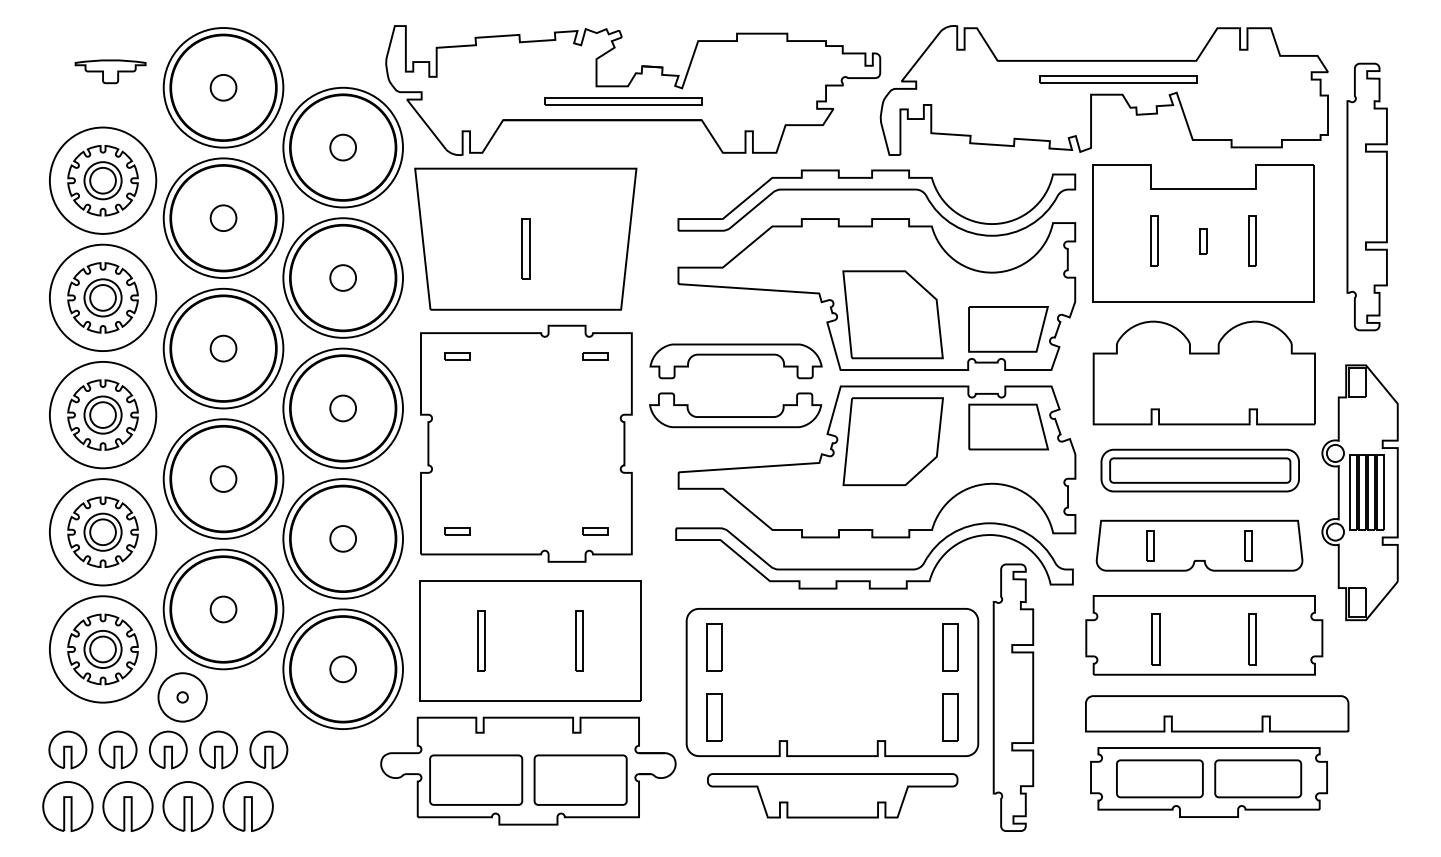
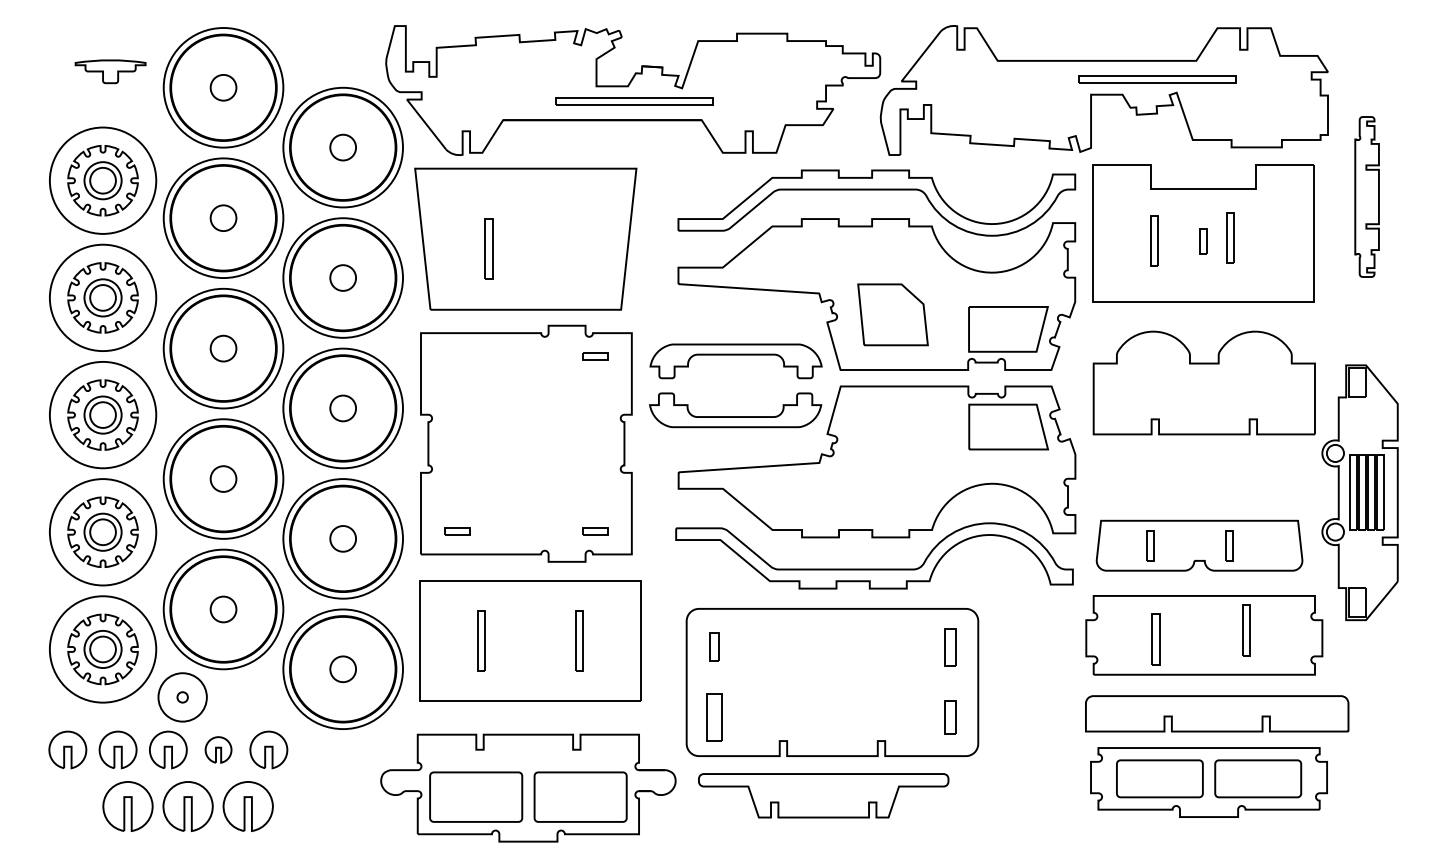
part at (1118, 79) position: (1118, 79) -> (1157, 79)
part at (623, 101) position: (623, 101) -> (634, 101)
part at (1366, 196) size: 42x270 px -> 26x162 px
part at (1252, 240) position: (1252, 240) -> (1230, 237)
part at (525, 248) position: (525, 248) -> (488, 248)
part at (892, 314) size: 102x90 px -> 72x64 px
part at (457, 356): present -> none
part at (1203, 372) position: (1203, 372) -> (1203, 382)
part at (892, 441): present -> none
part at (1199, 470): present -> none
part at (1248, 545) position: (1248, 545) -> (1229, 545)
part at (1252, 639) position: (1252, 639) -> (1246, 630)
part at (714, 647) size: 17x49 px -> 11x30 px
part at (950, 647) size: 17x49 px -> 13x39 px
part at (1013, 697): present -> none
part at (950, 717) size: 17x49 px -> 13x35 px
part at (218, 749) size: 39x40 px -> 29x28 px
part at (528, 770) position: (528, 770) -> (528, 787)
part at (832, 795) position: (832, 795) -> (823, 795)
part at (67, 806): present -> none
